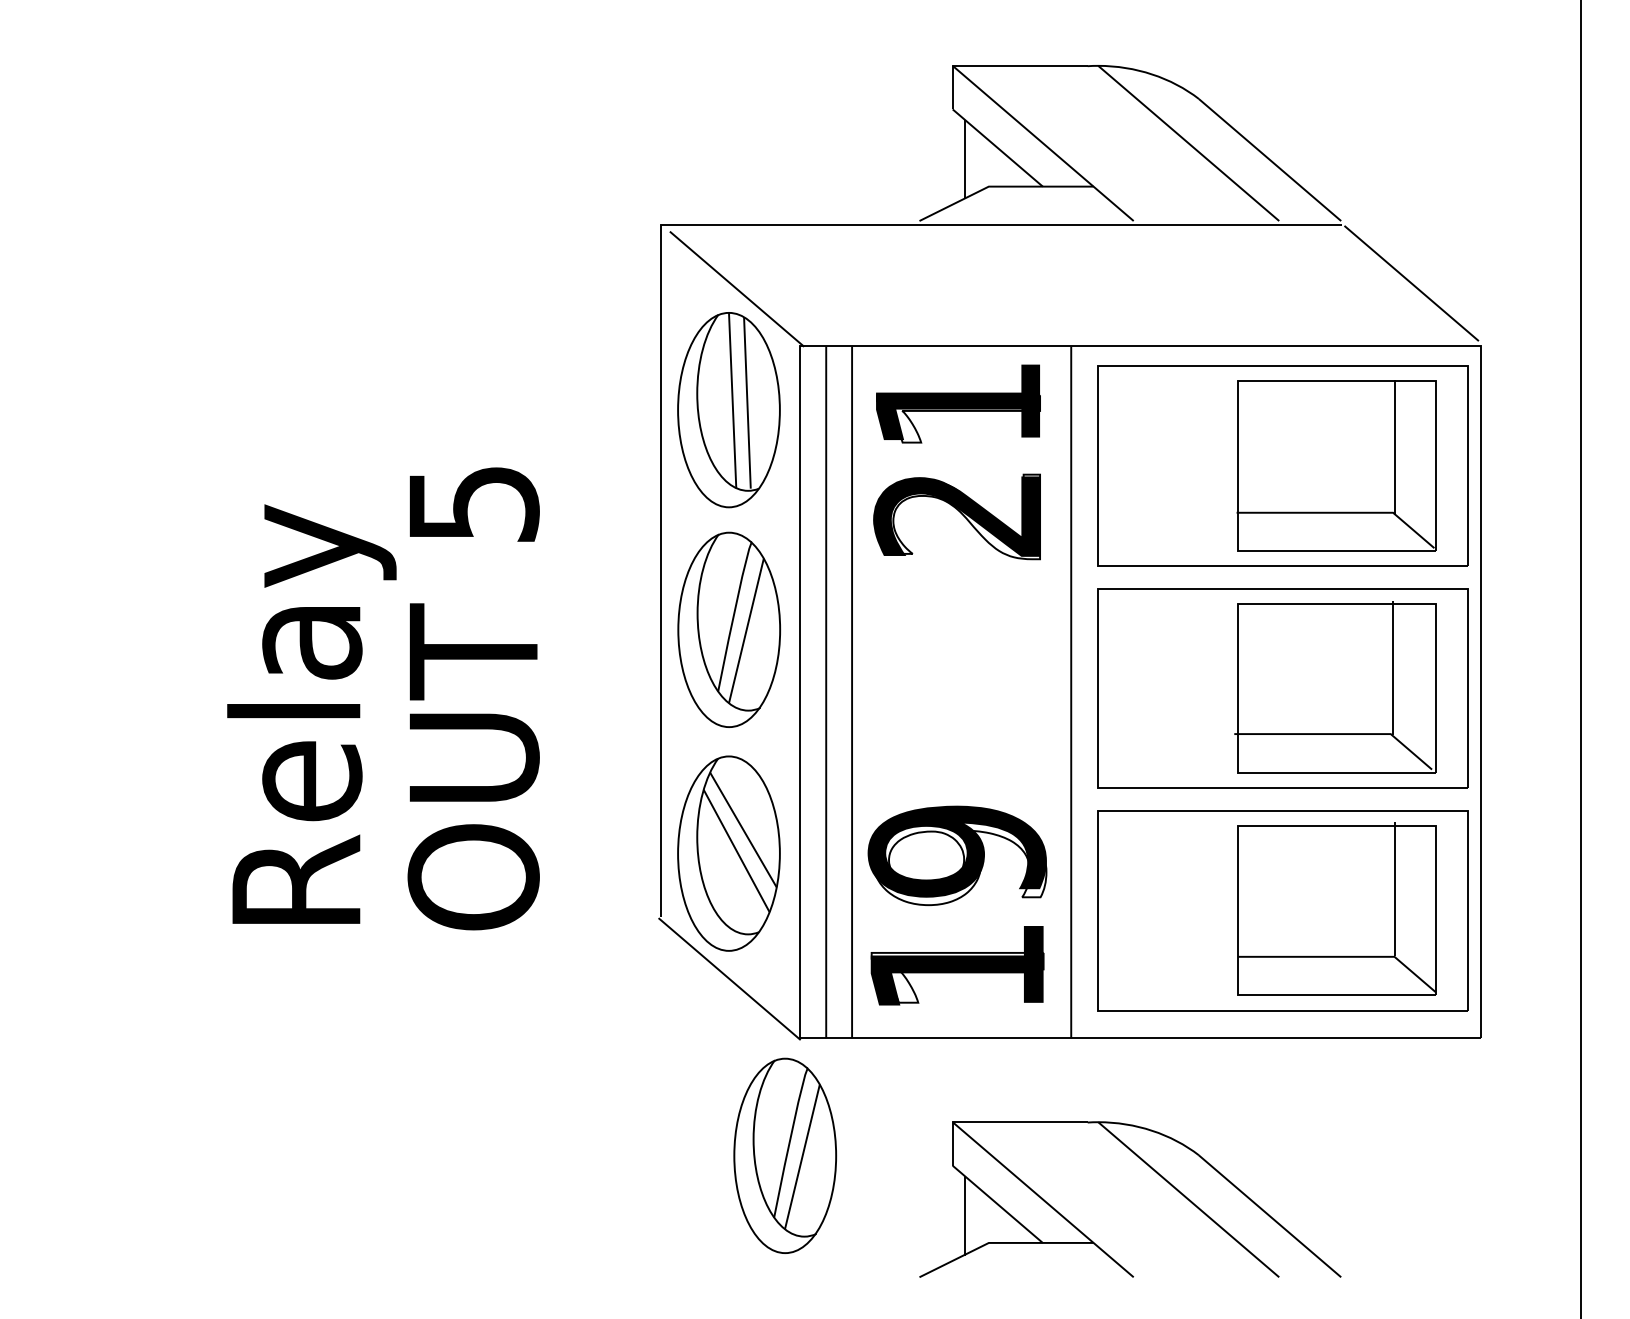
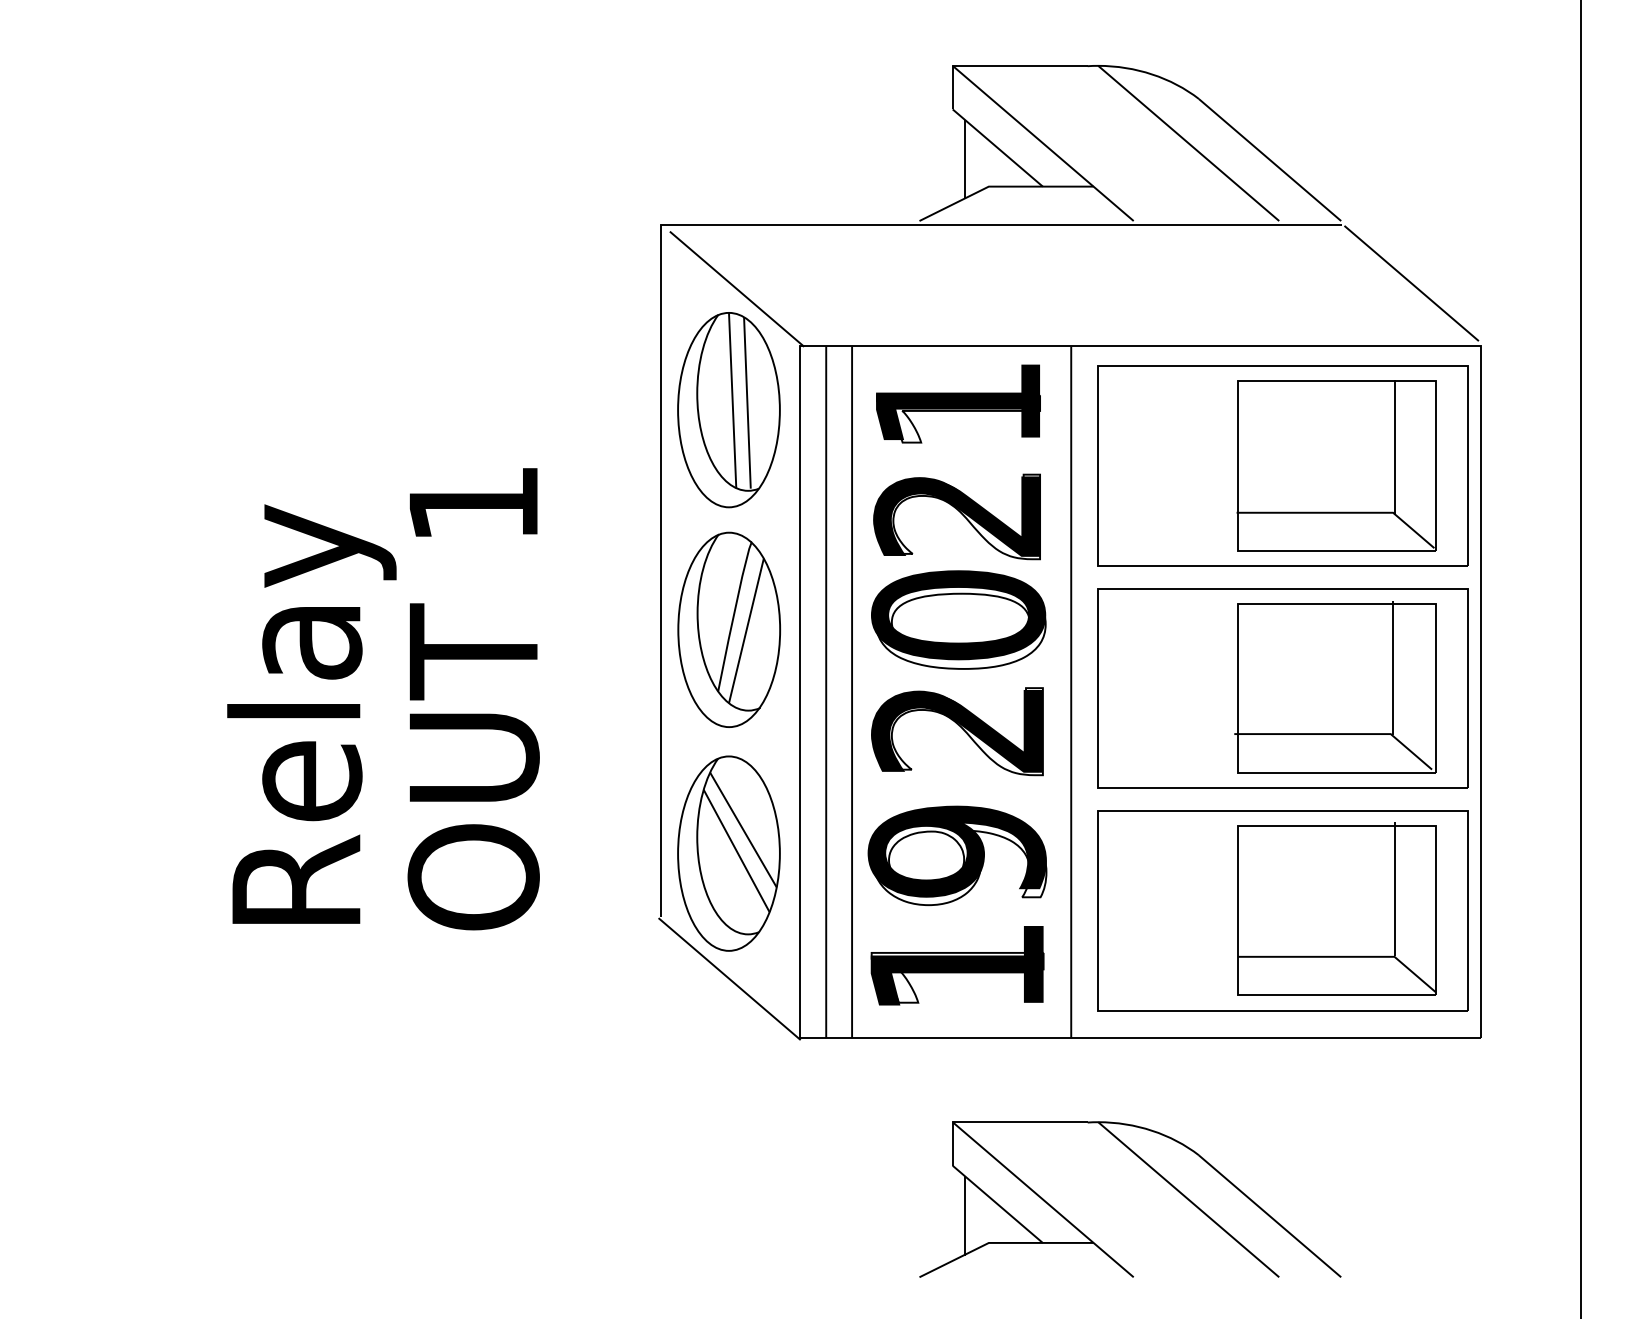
text at (474, 504): 5 -> 1
part at (958, 673): none -> present
part at (785, 1155): present -> none
